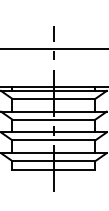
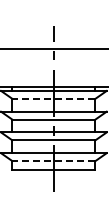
line at (53, 98): solid -> dashed
line at (53, 161): solid -> dashed
